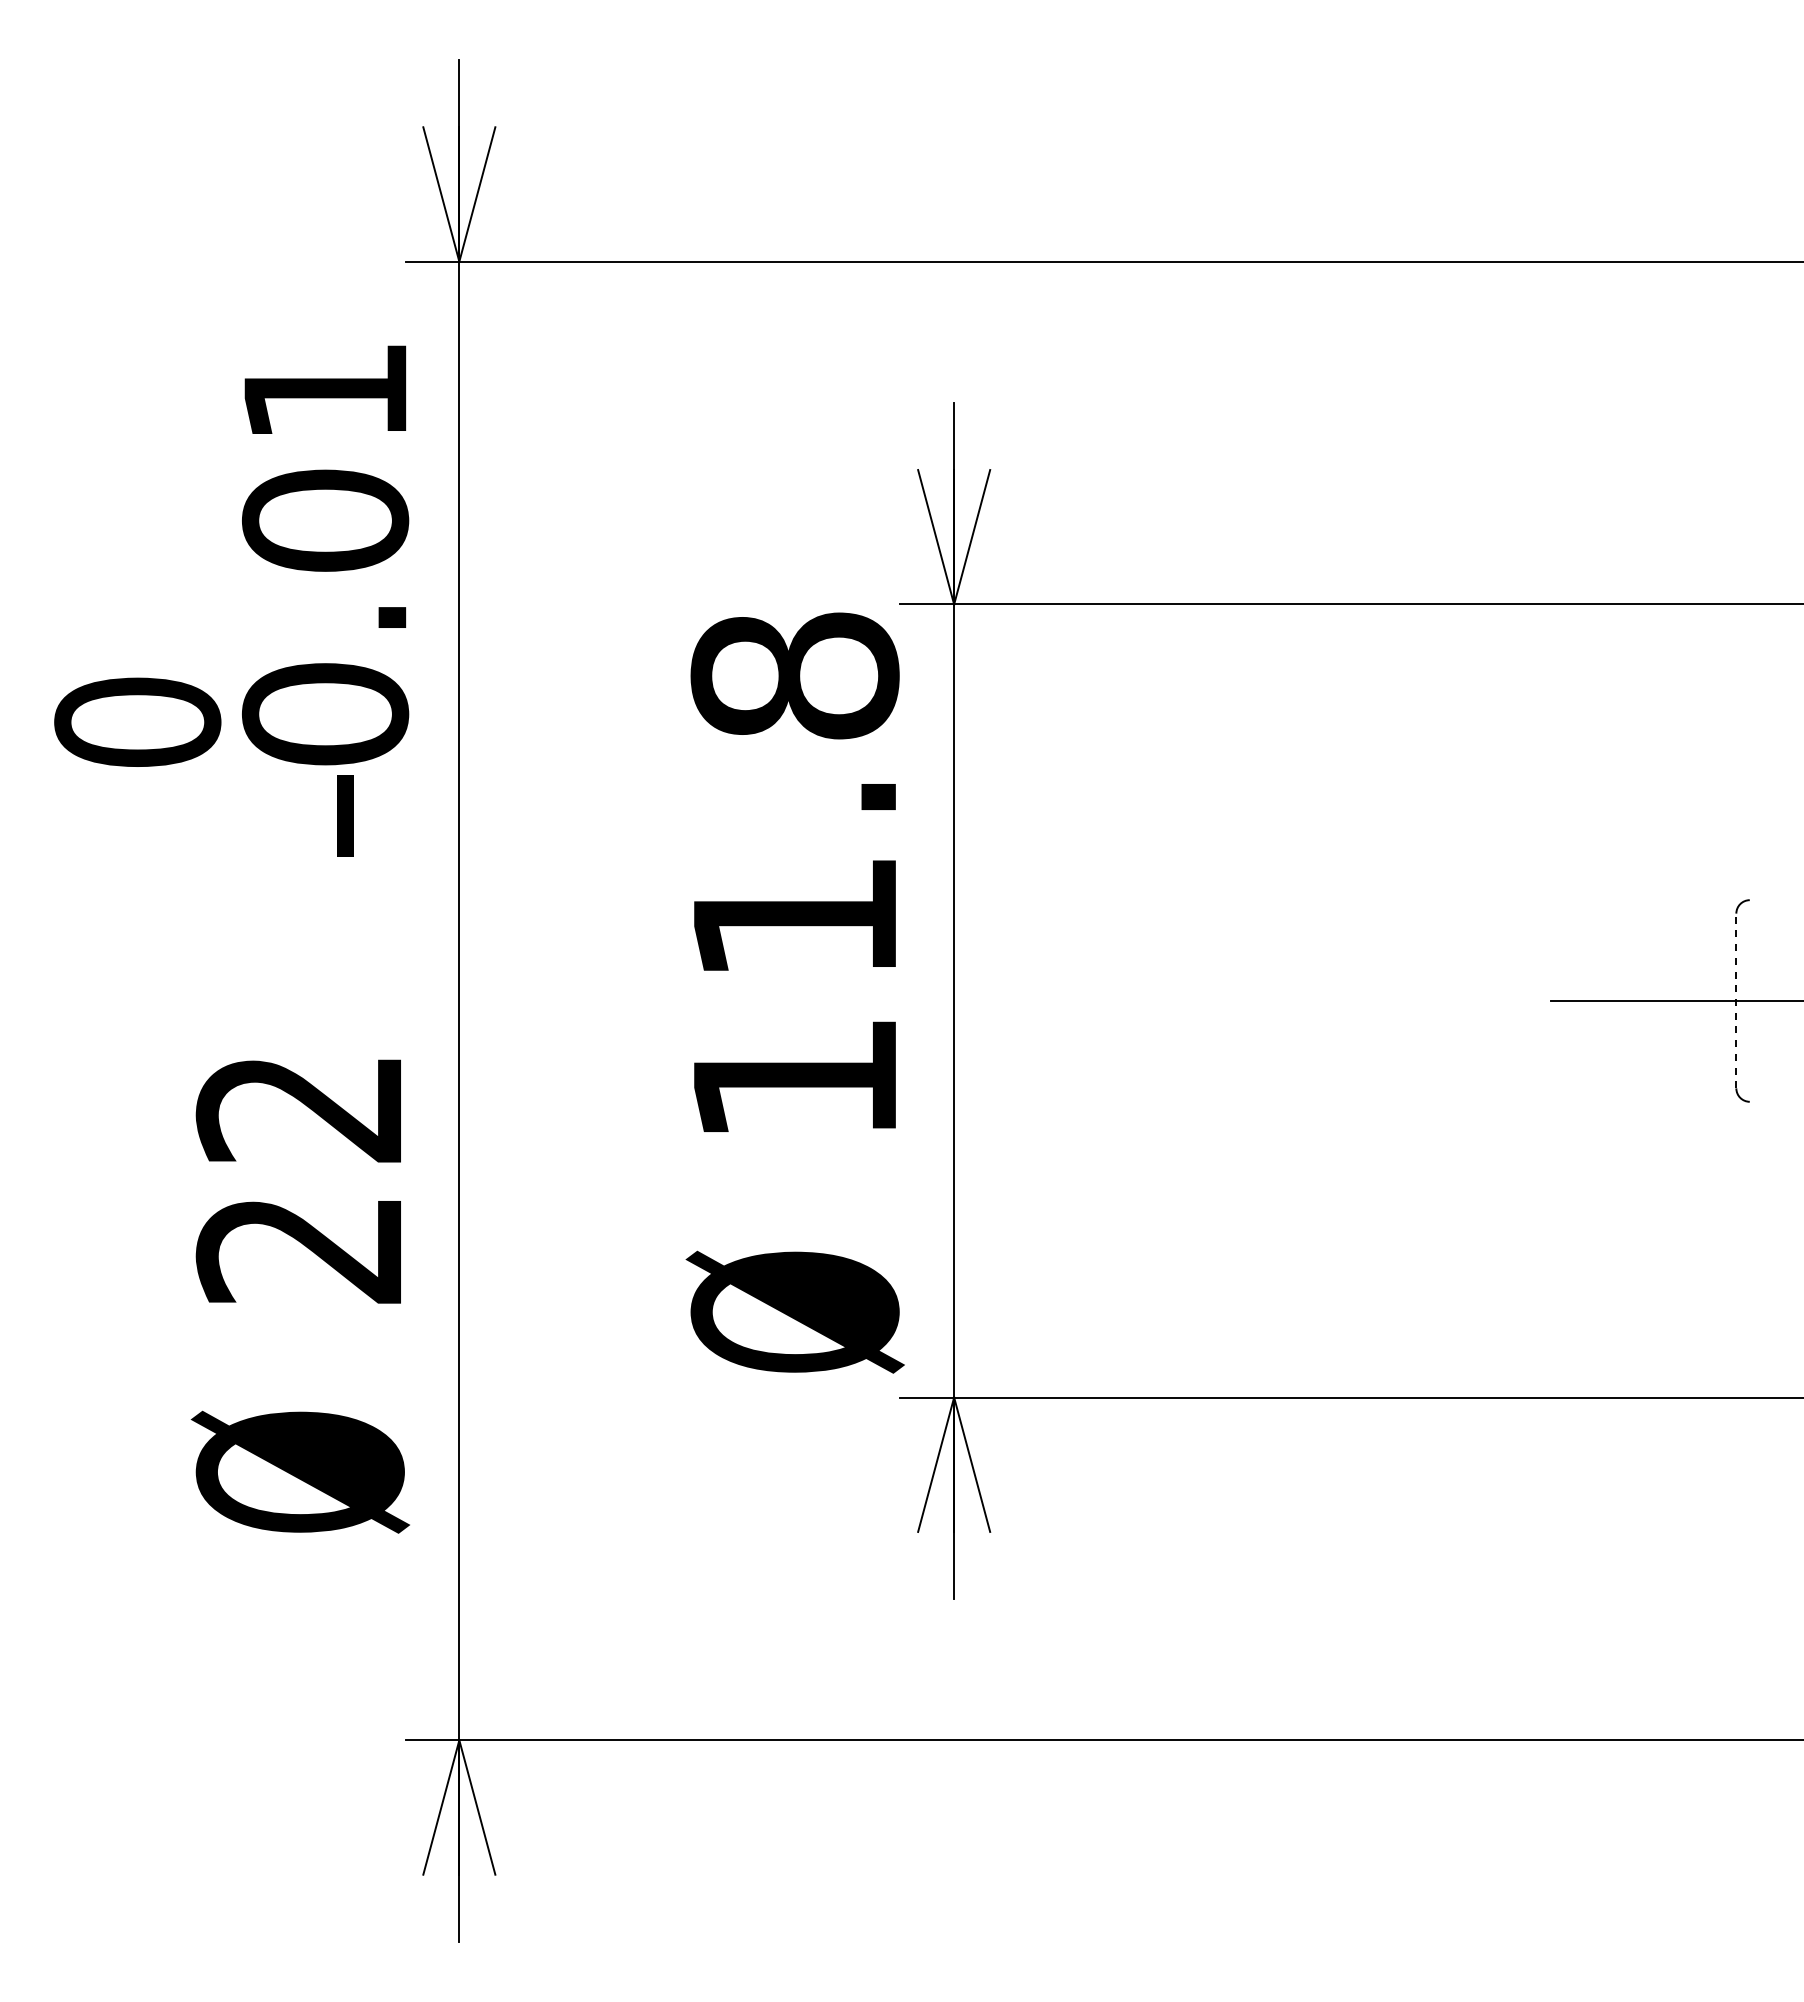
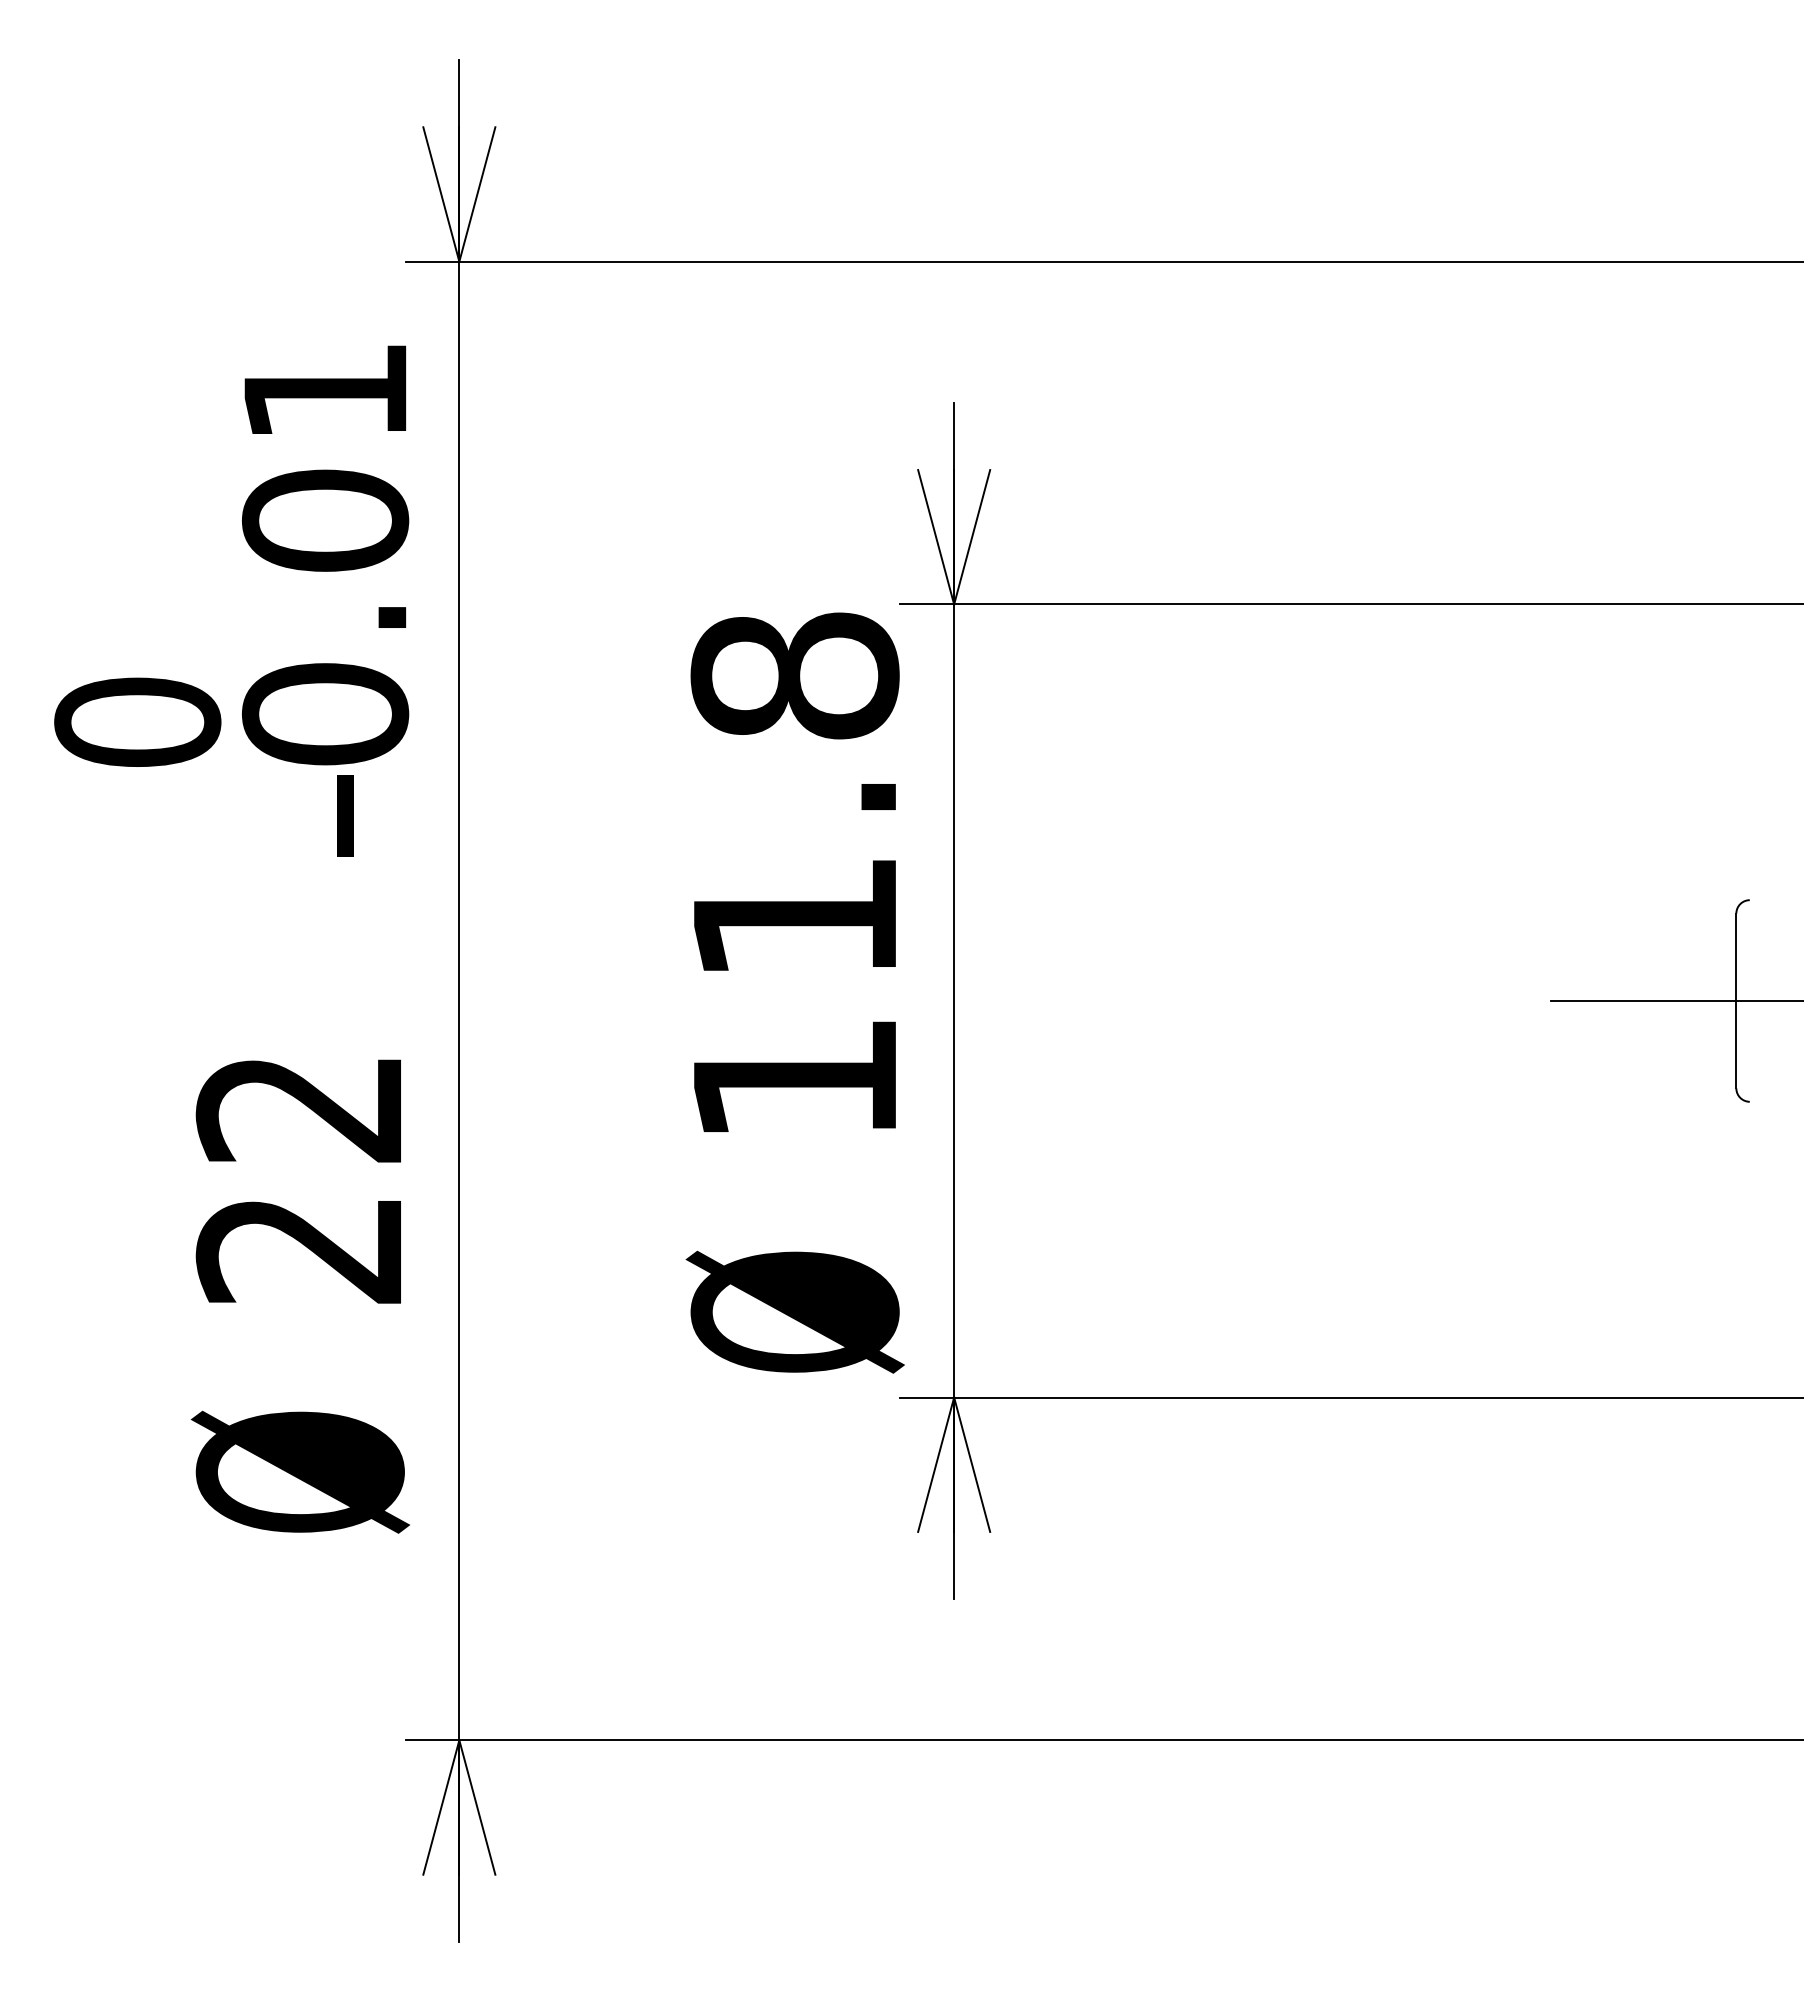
line at (1736, 1000): dashed -> solid
